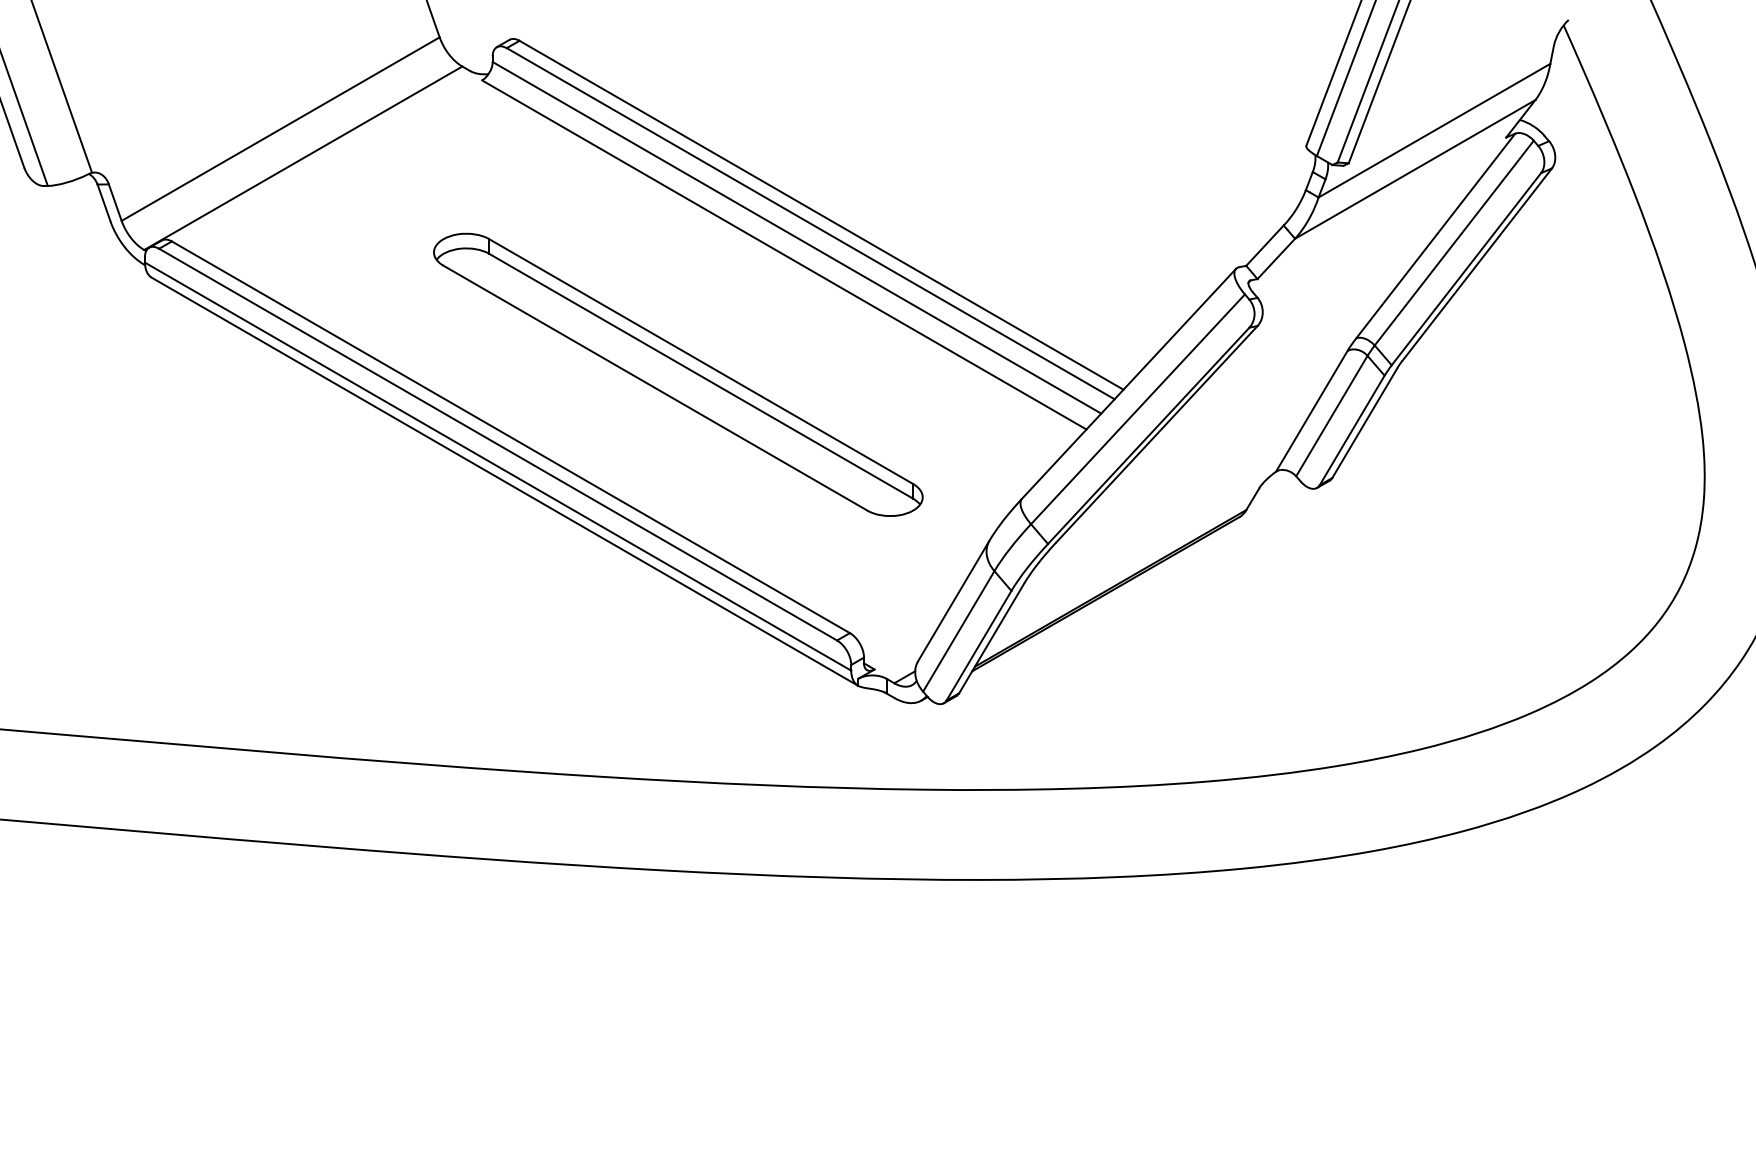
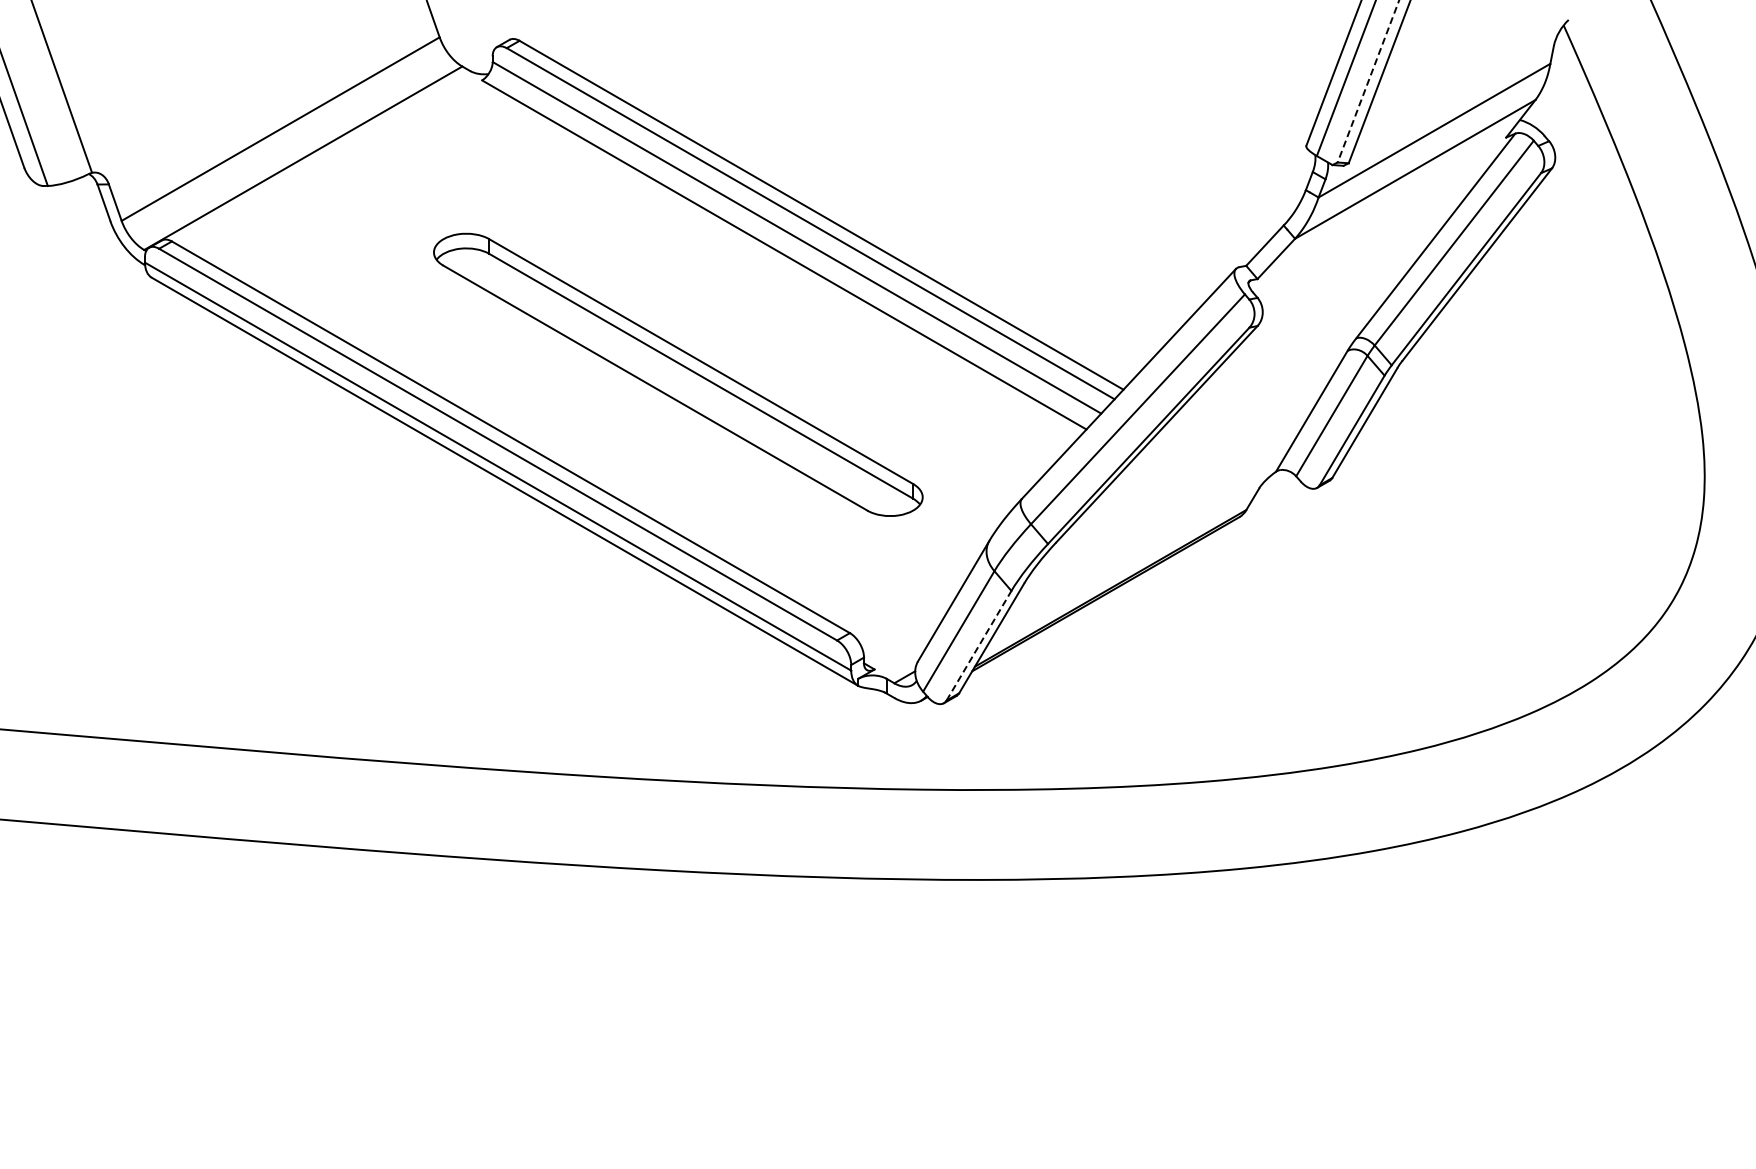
line at (1368, 81): solid -> dashed
line at (978, 645): solid -> dashed
